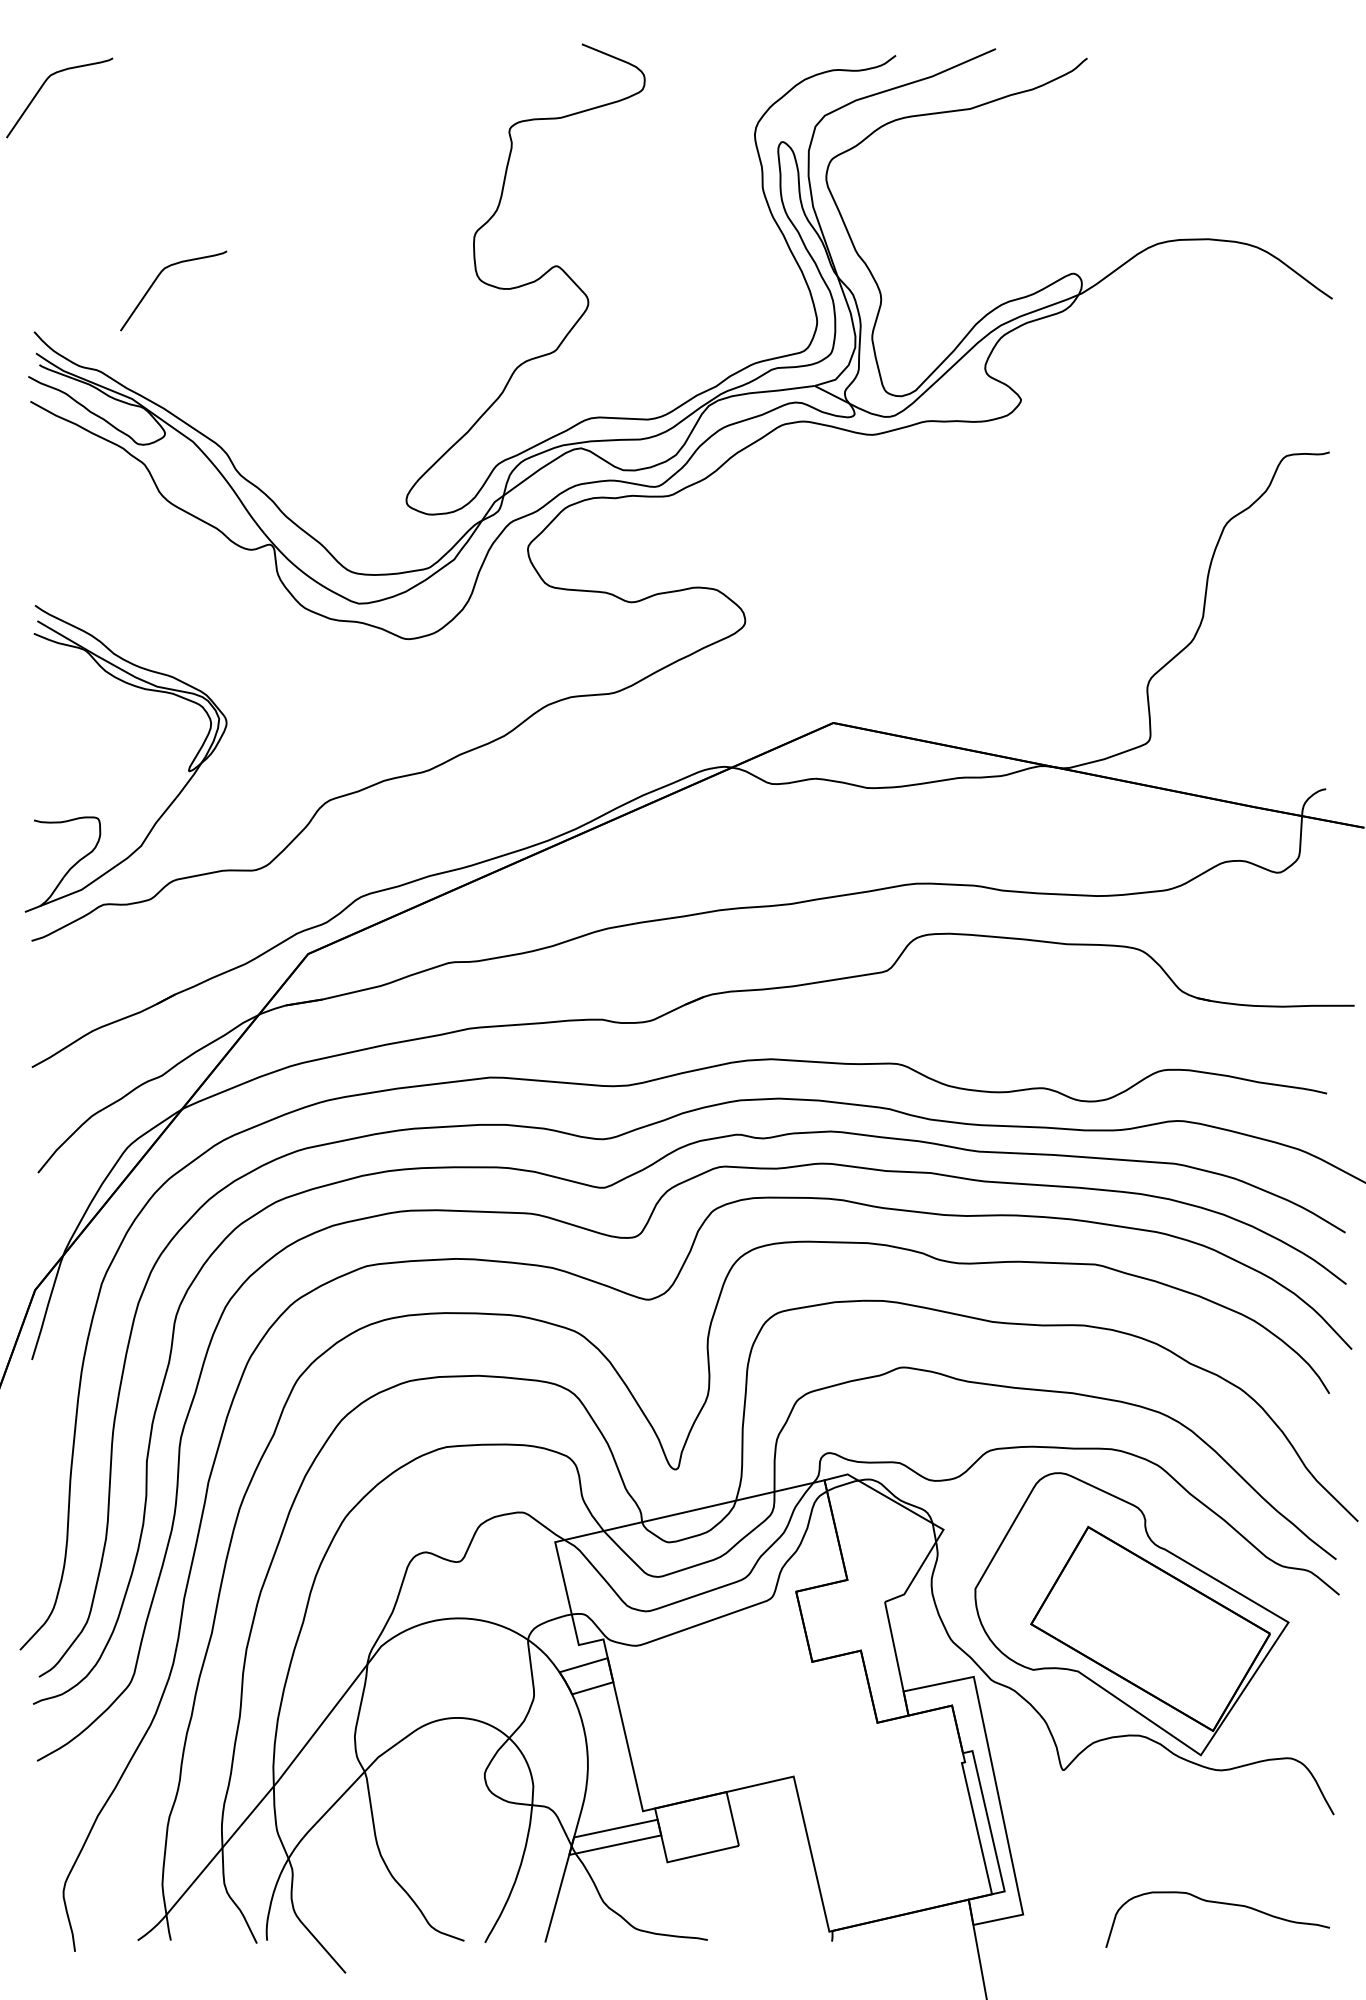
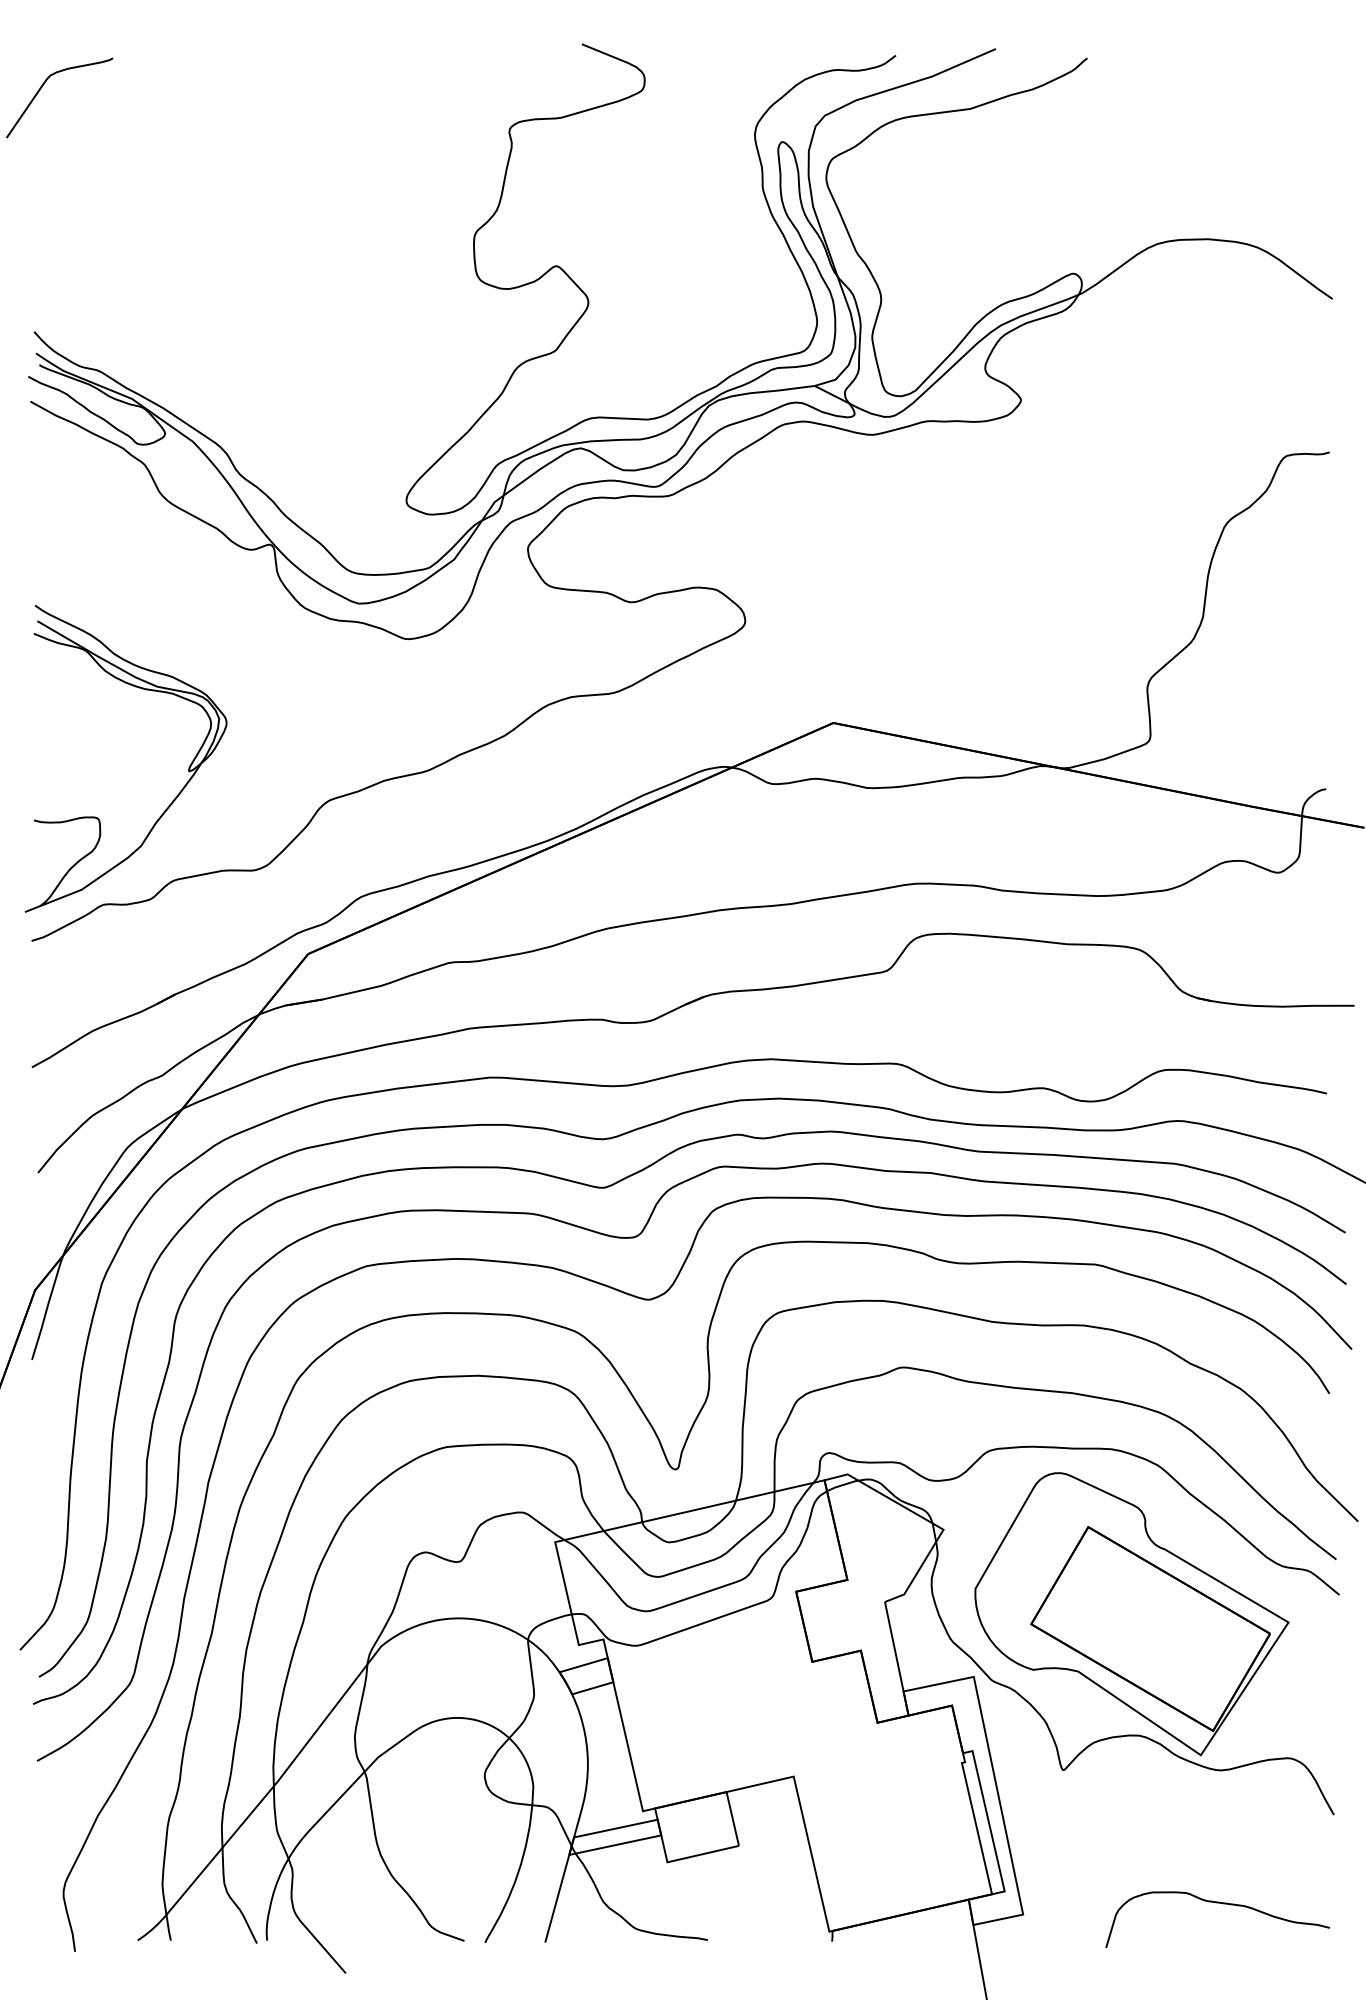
curve at (156, 280): present -> none
